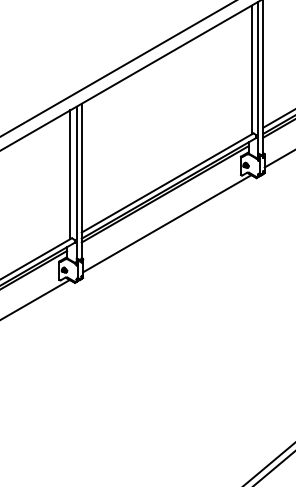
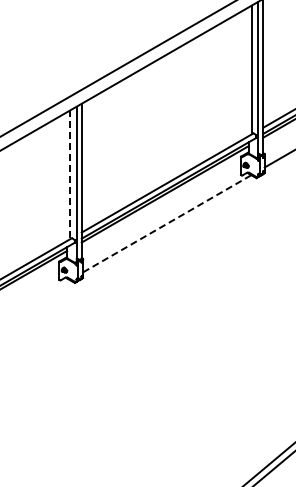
line at (70, 175): solid -> dashed
line at (167, 223): solid -> dashed
line at (35, 299): present -> none
